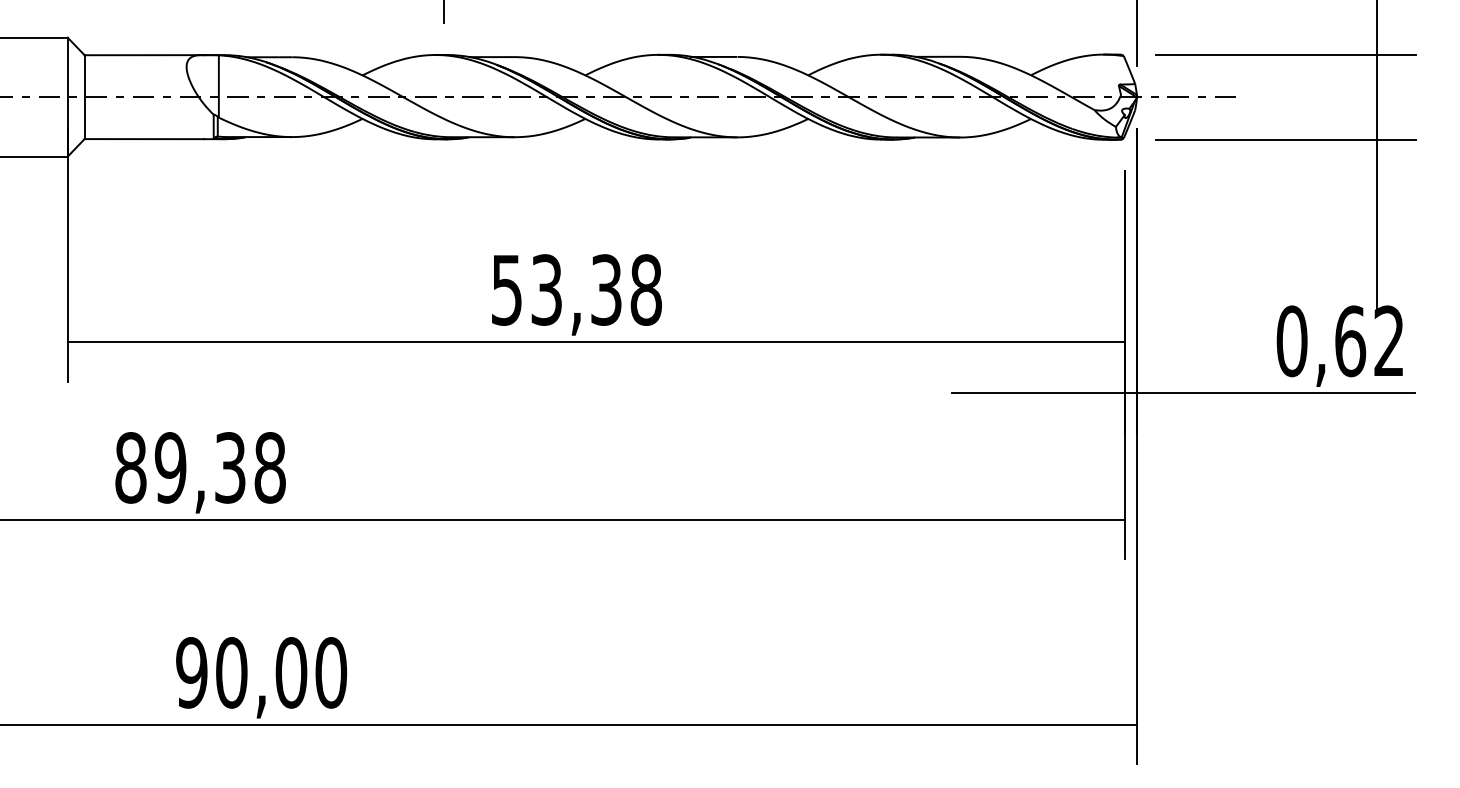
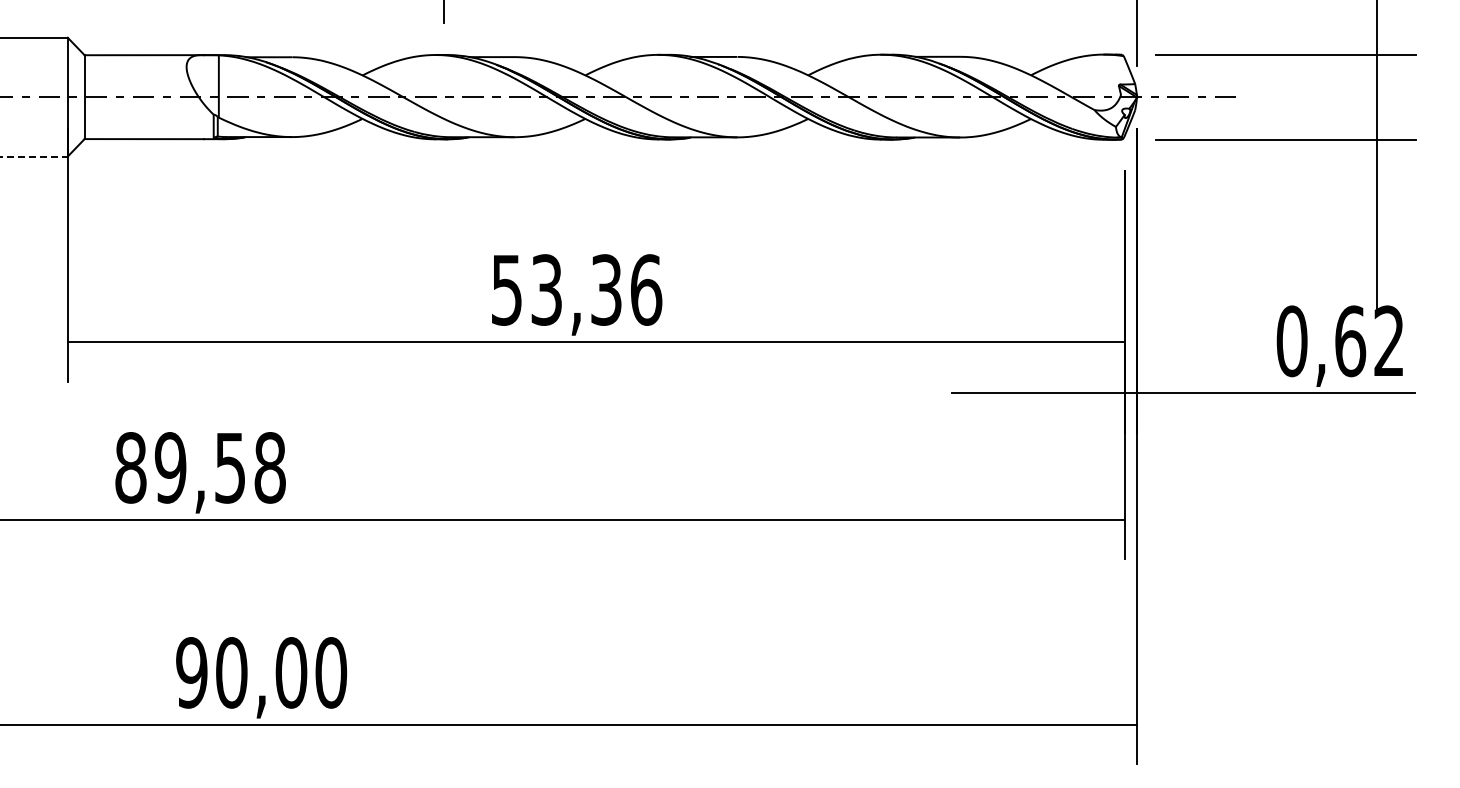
line at (34, 156): solid -> dashed
text at (646, 289): 53,38 -> 53,36
text at (230, 467): 89,38 -> 89,58
